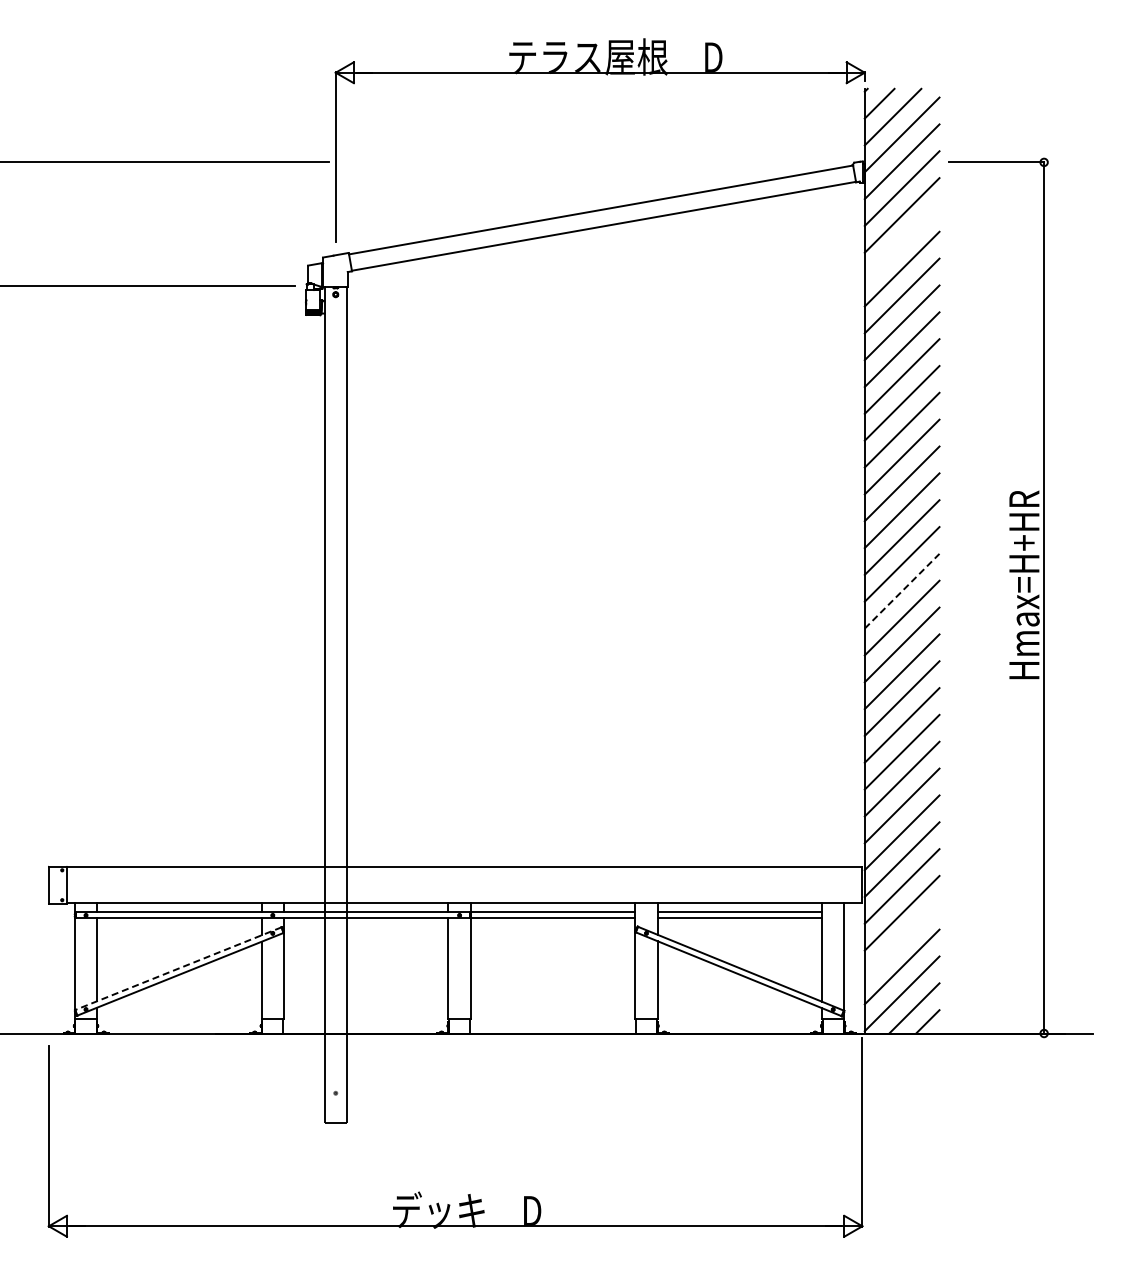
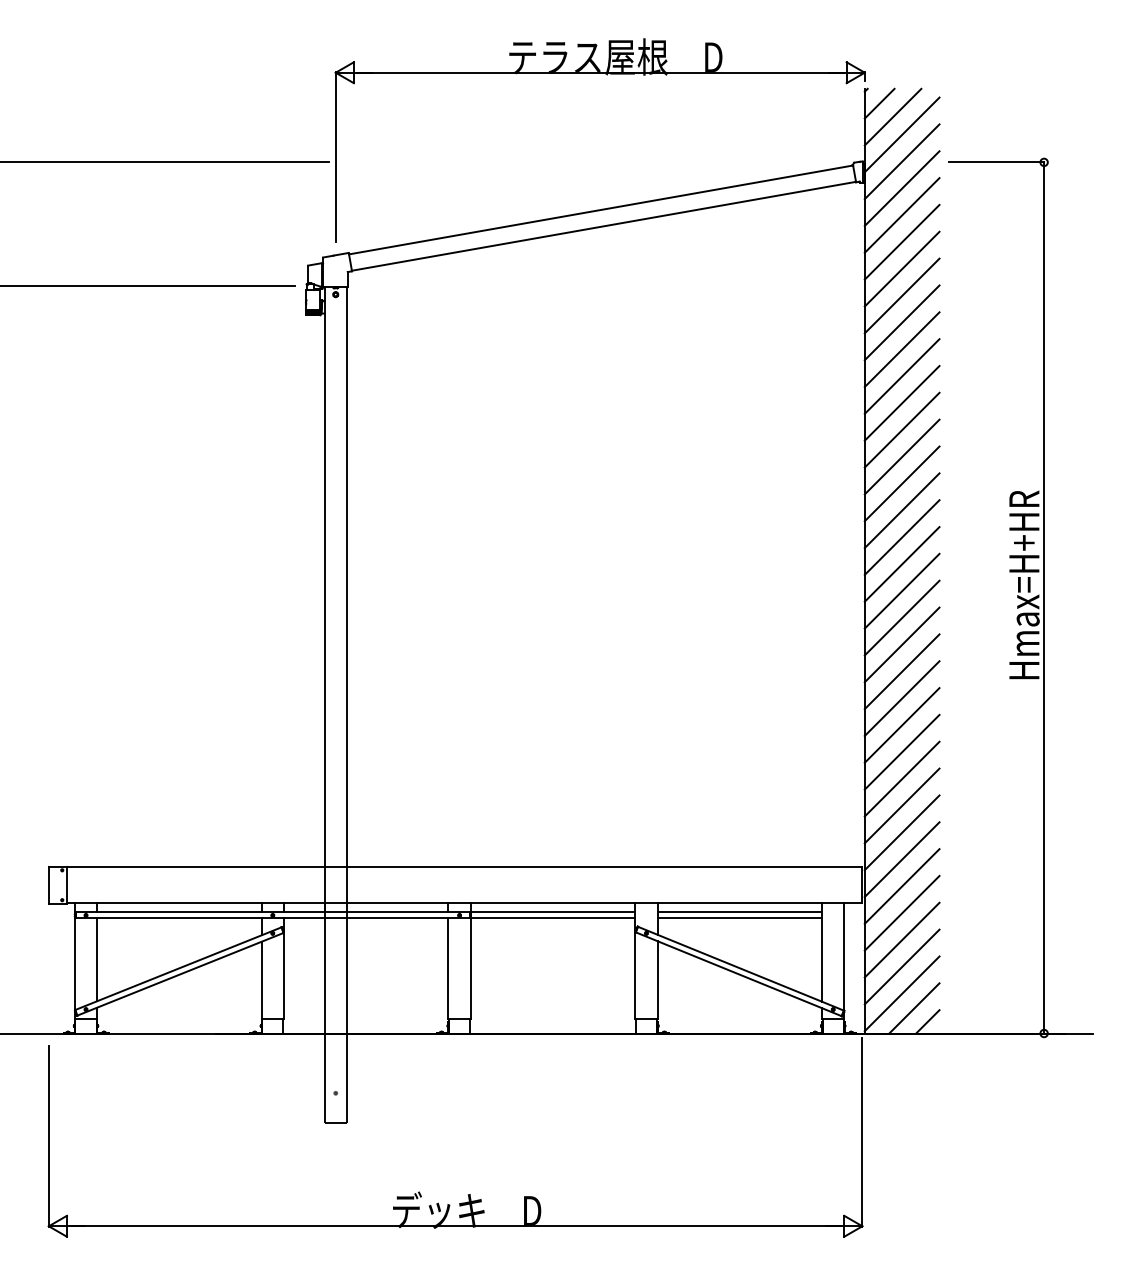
line at (901, 241): none -> present
line at (902, 591): dashed -> solid
line at (901, 939): none -> present
line at (178, 968): dashed -> solid
